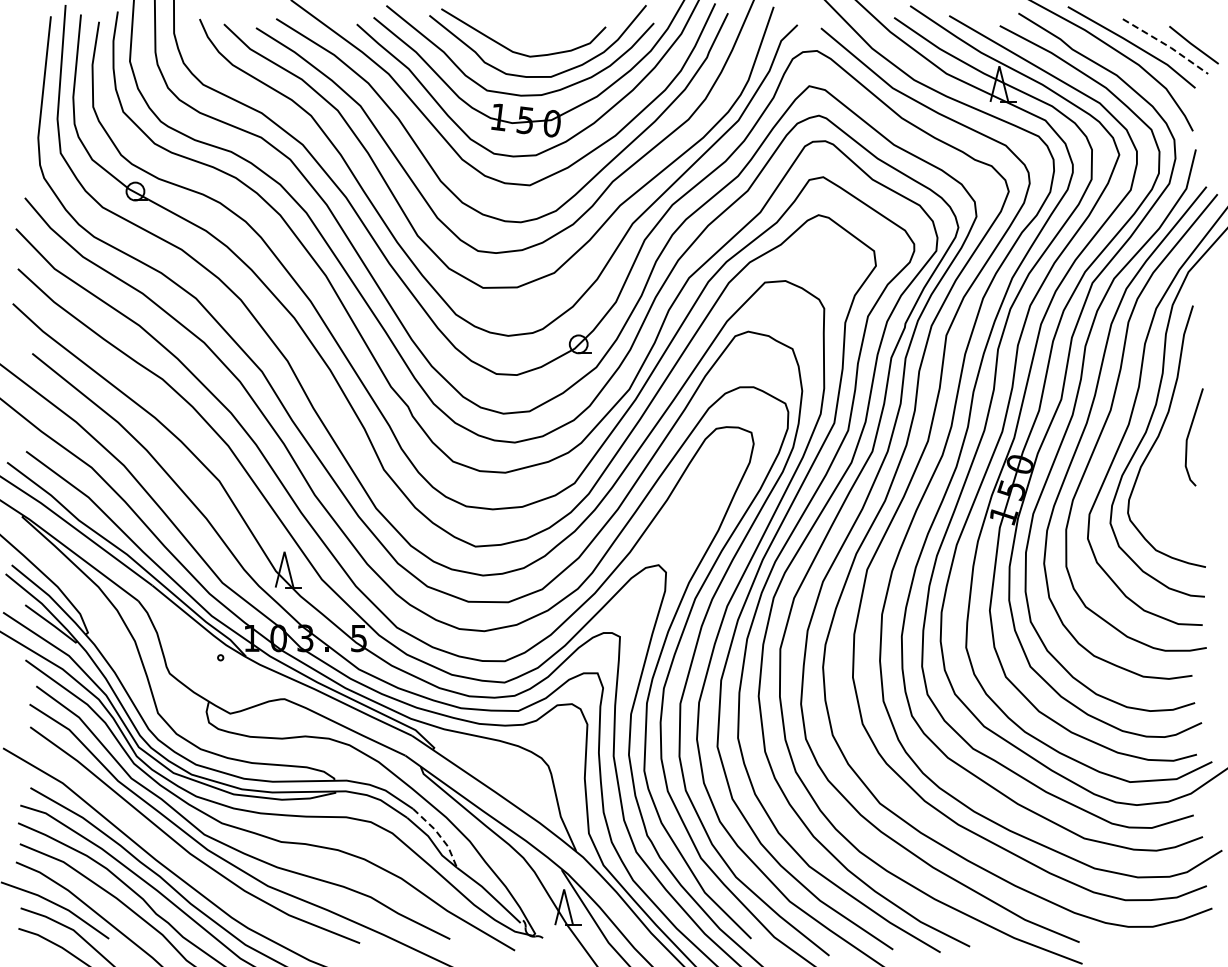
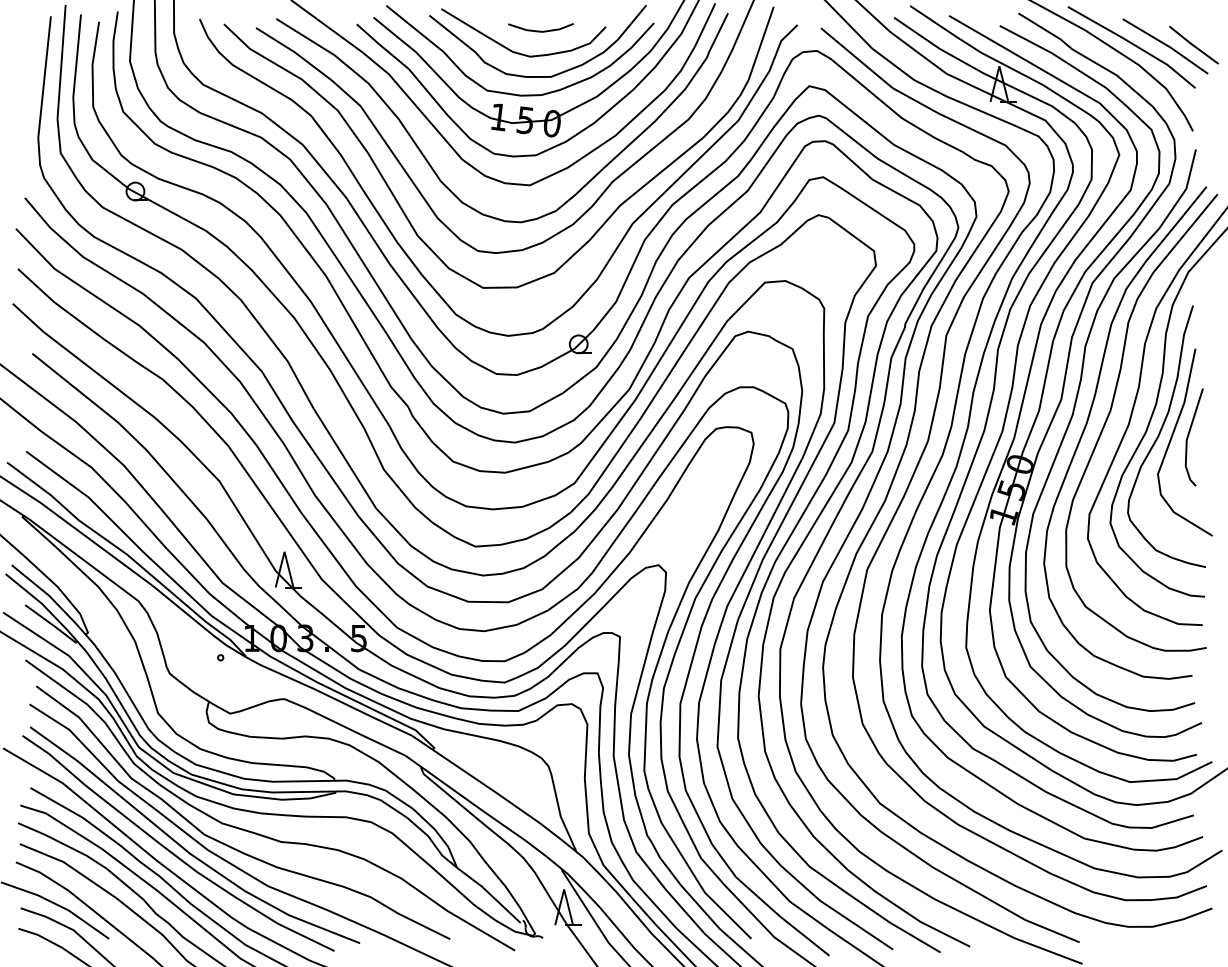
line at (540, 30): none -> present
line at (1167, 45): dashed -> solid
curve at (1172, 438): none -> present
line at (439, 835): dashed -> solid
curve at (173, 852): none -> present
